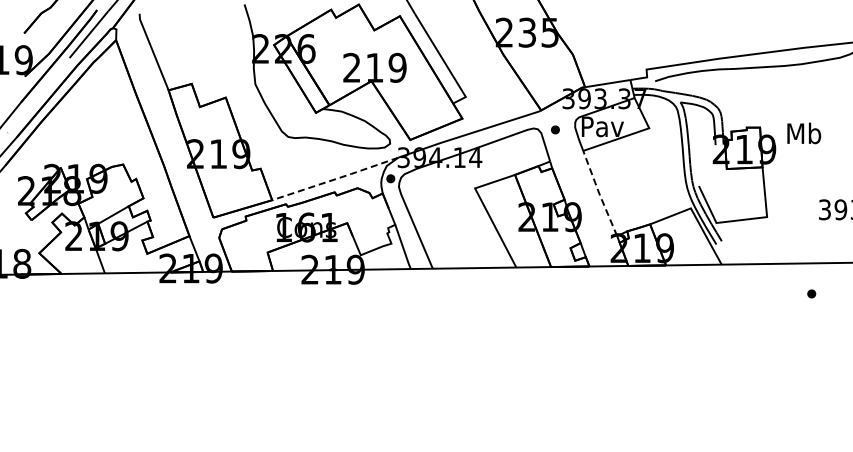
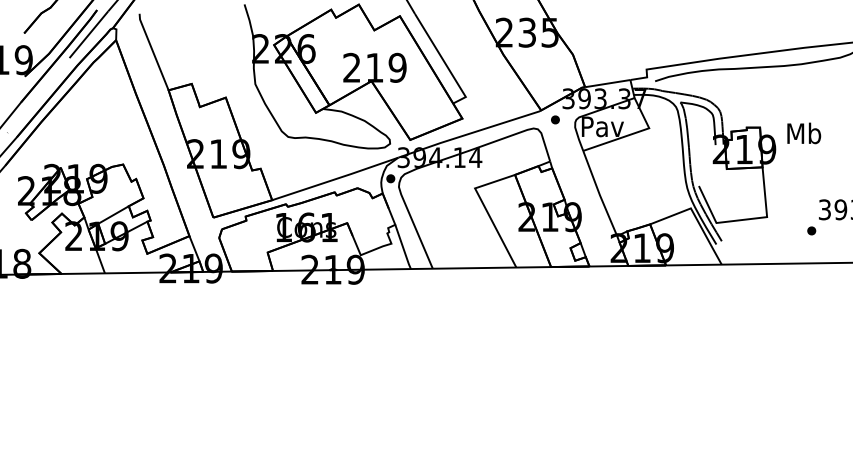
part at (555, 129) position: (555, 129) -> (555, 119)
line at (335, 179): dashed -> solid
line at (599, 194): dashed -> solid
part at (811, 293) position: (811, 293) -> (811, 230)
